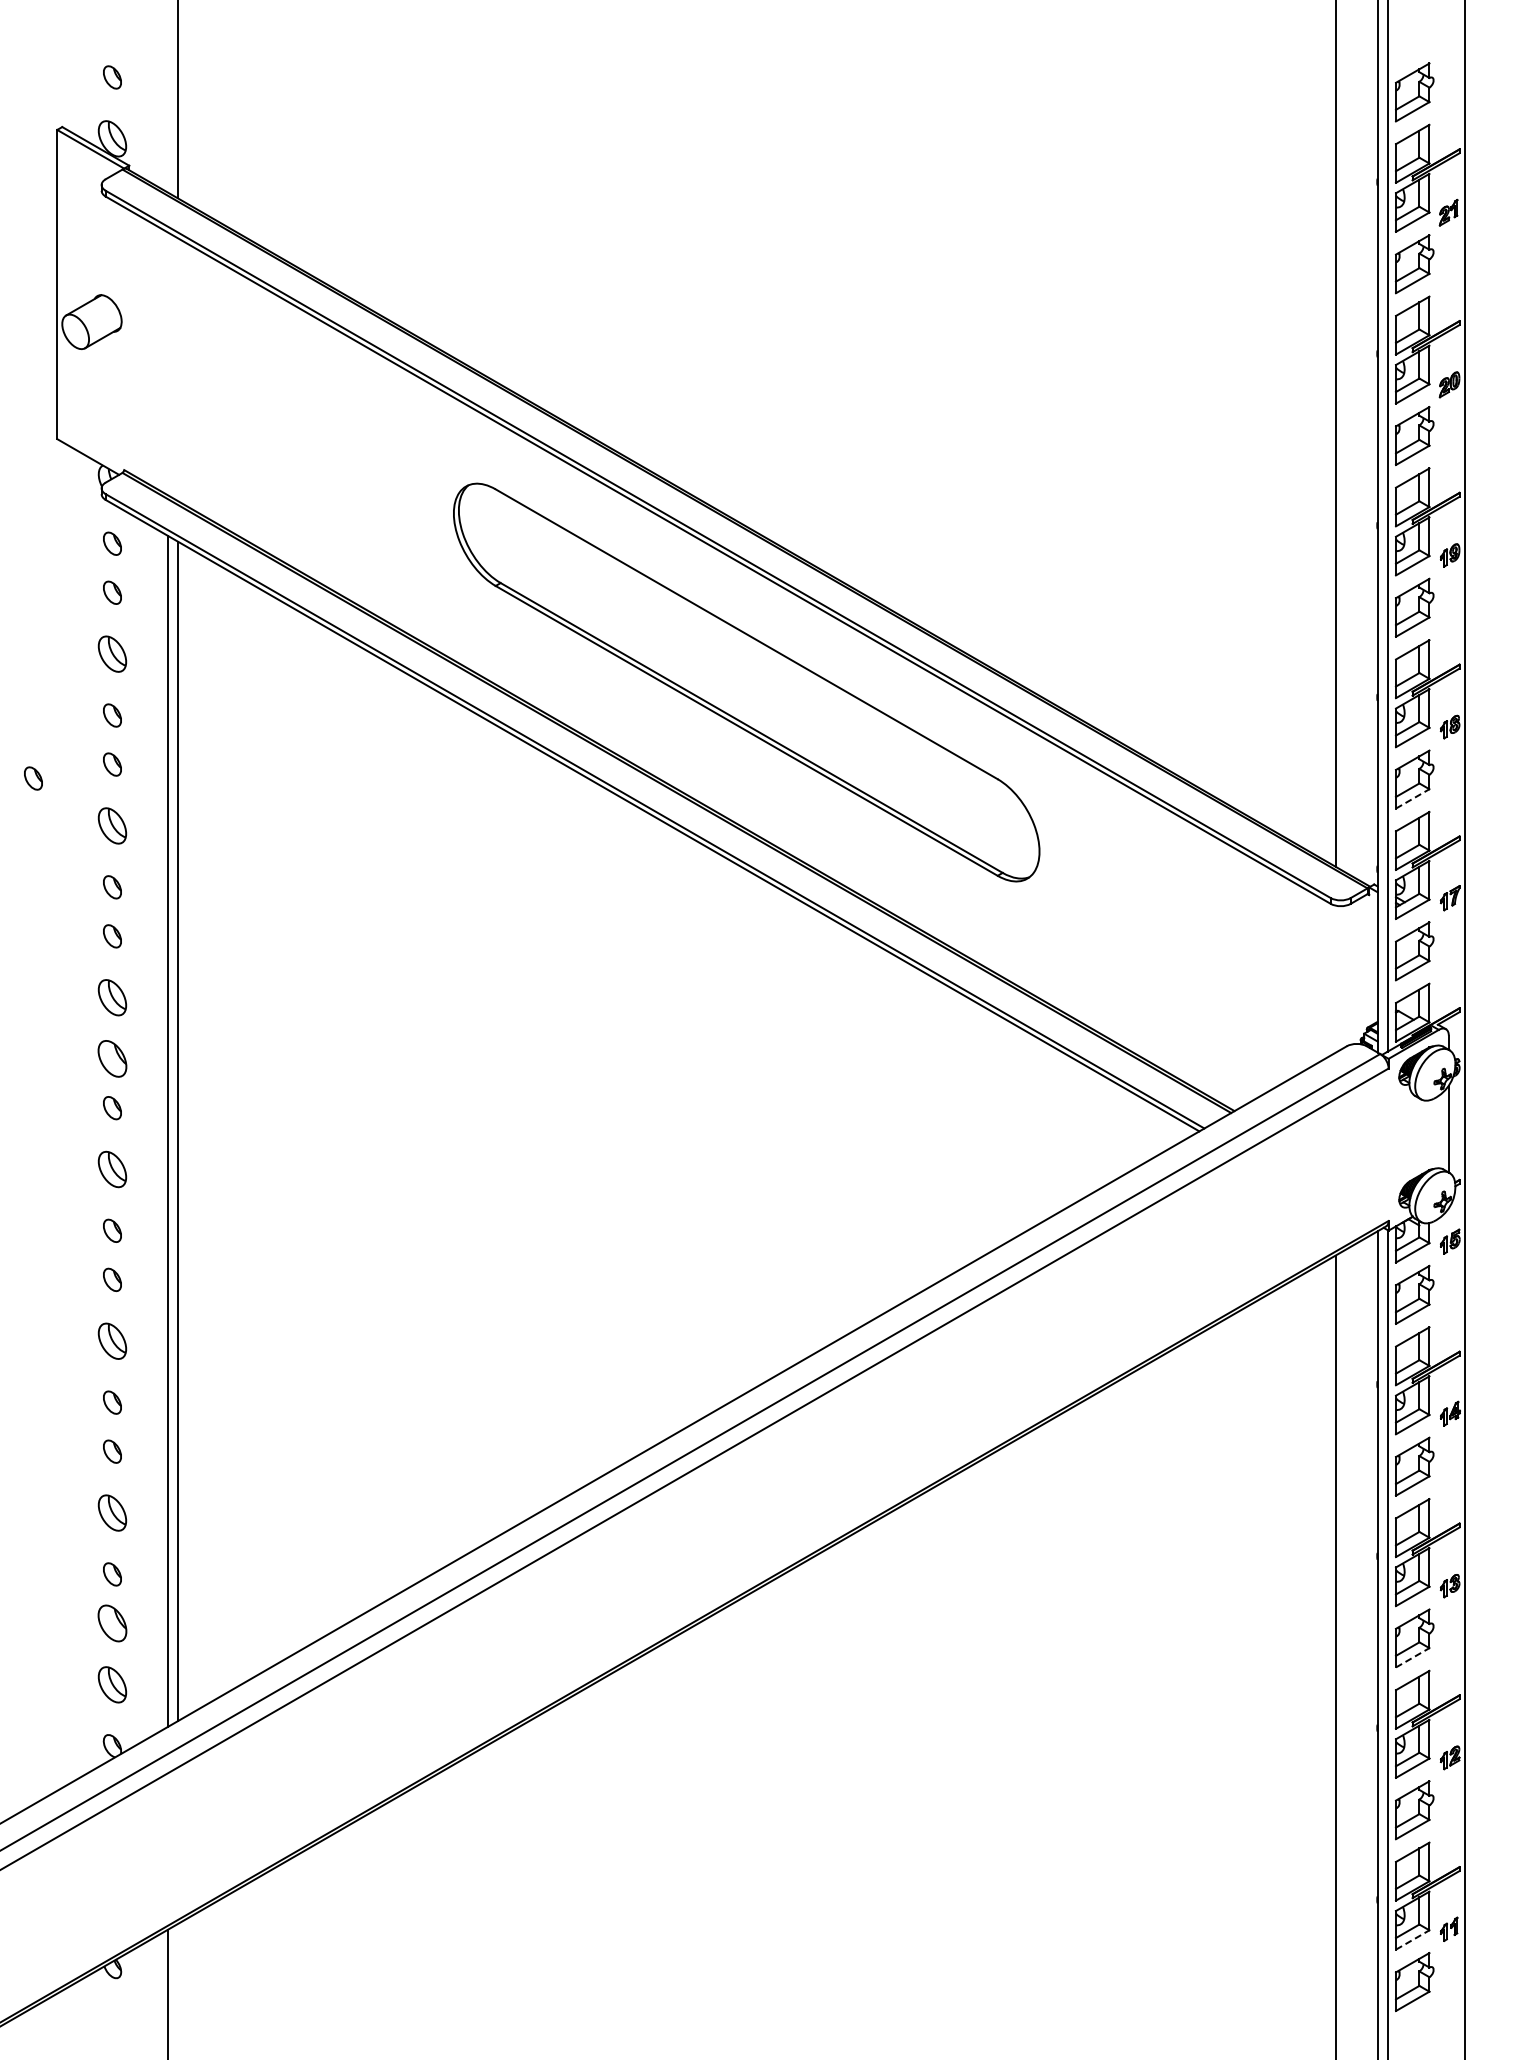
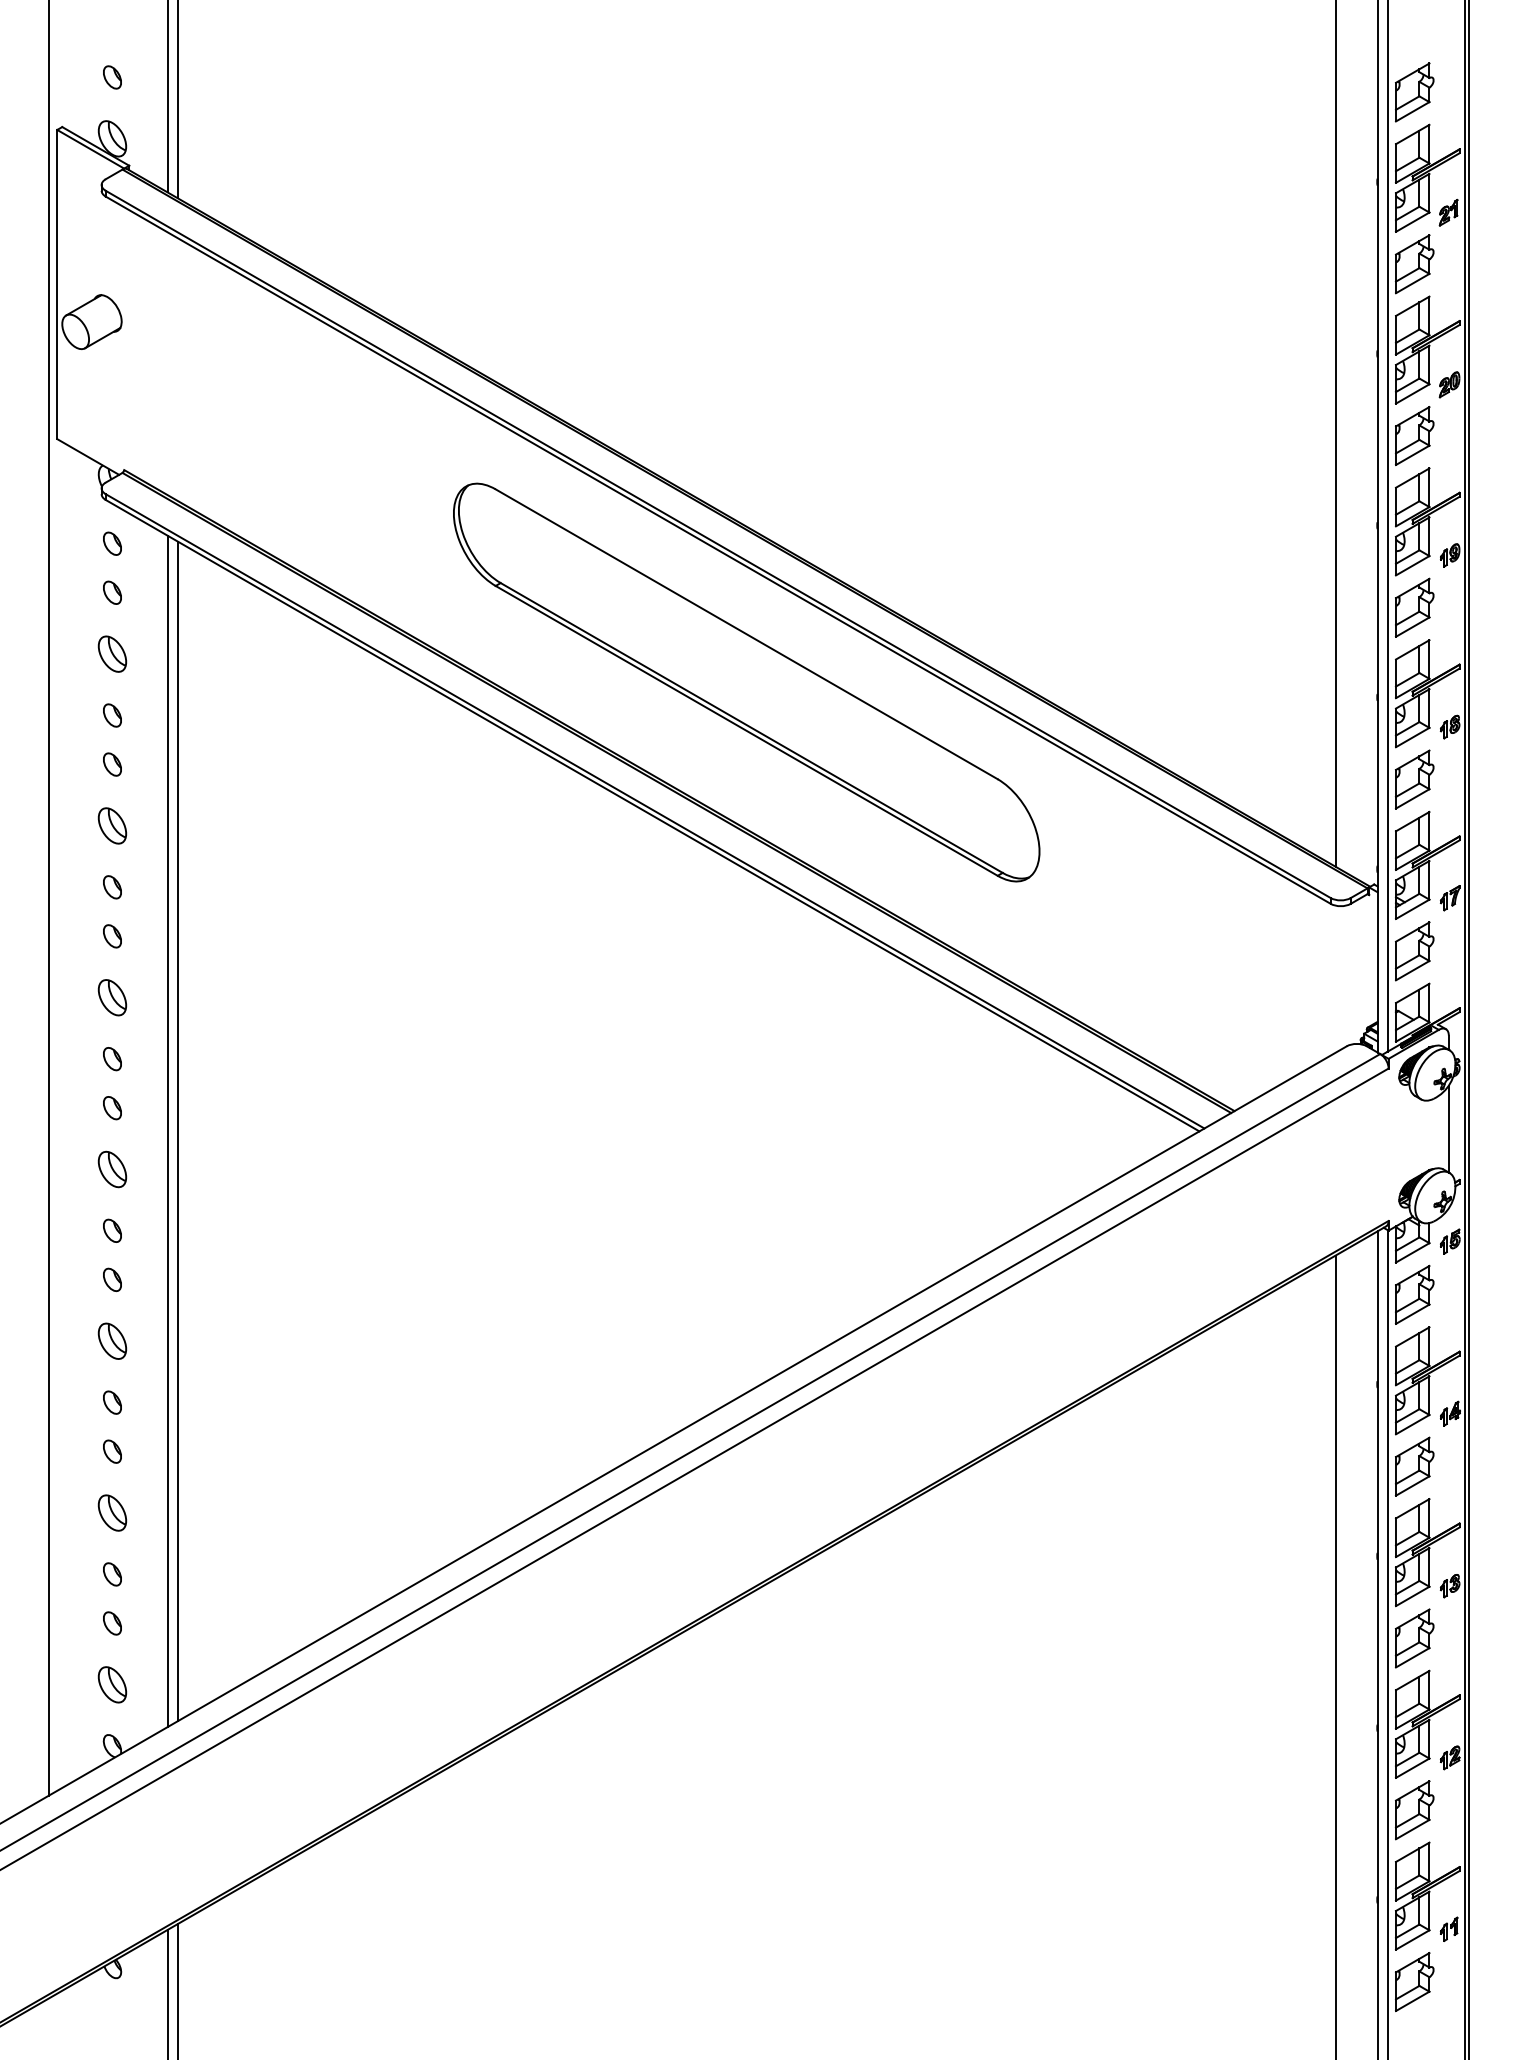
line at (167, 97): none -> present
part at (33, 778): present -> none
line at (1413, 798): dashed -> solid
line at (48, 898): none -> present
line at (1469, 1029): none -> present
part at (112, 1058) size: 31x38 px -> 19x25 px
part at (112, 1623) size: 31x39 px -> 19x25 px
line at (1413, 1657): dashed -> solid
line at (1413, 1939): dashed -> solid
line at (177, 1990): none -> present
